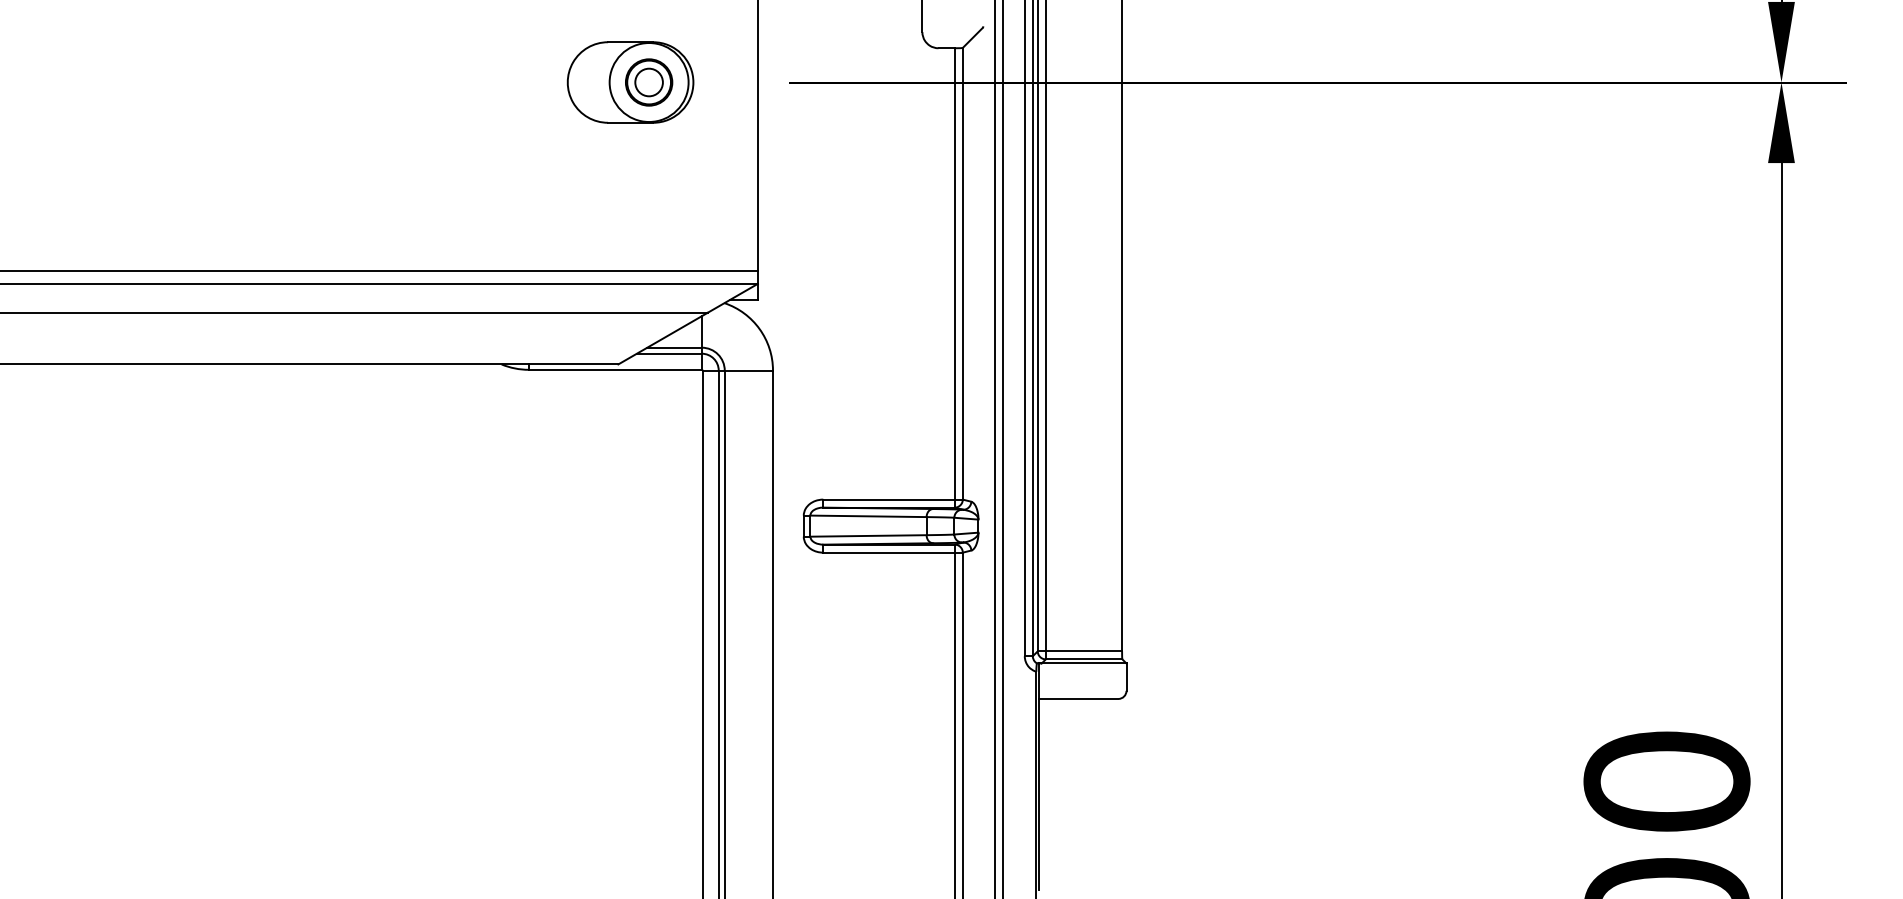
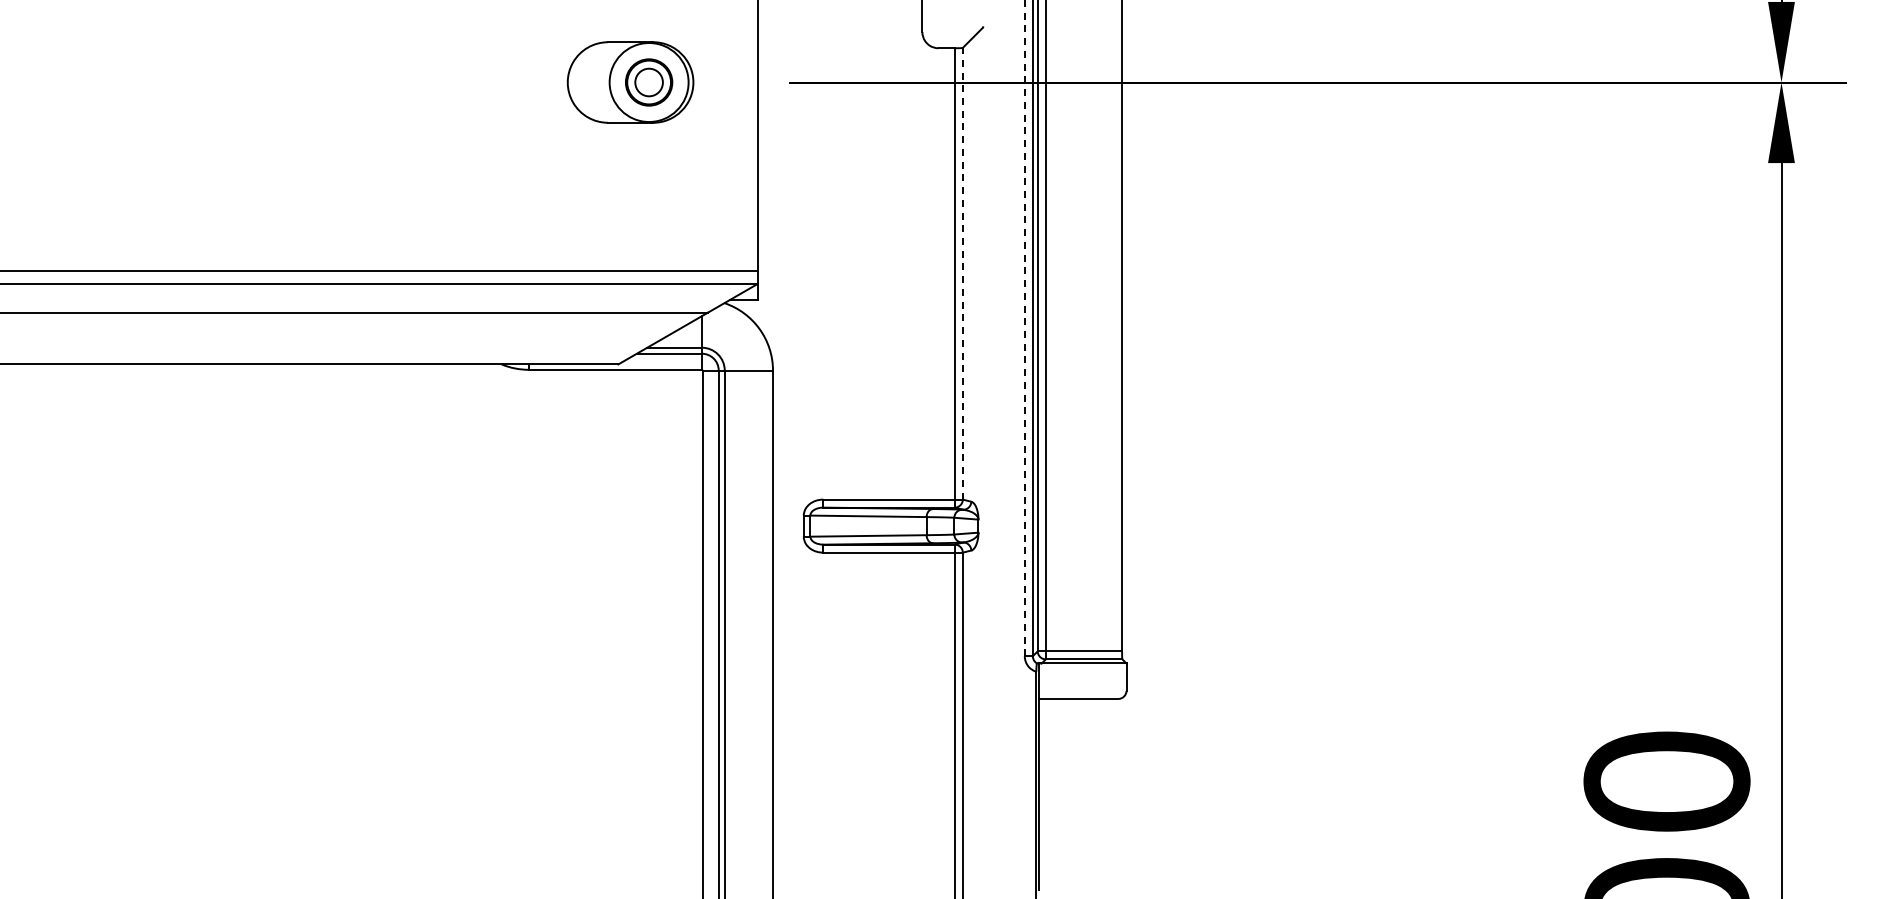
line at (962, 273): solid -> dashed
line at (1024, 328): solid -> dashed
line at (995, 448): present -> none
line at (1003, 448): present -> none
